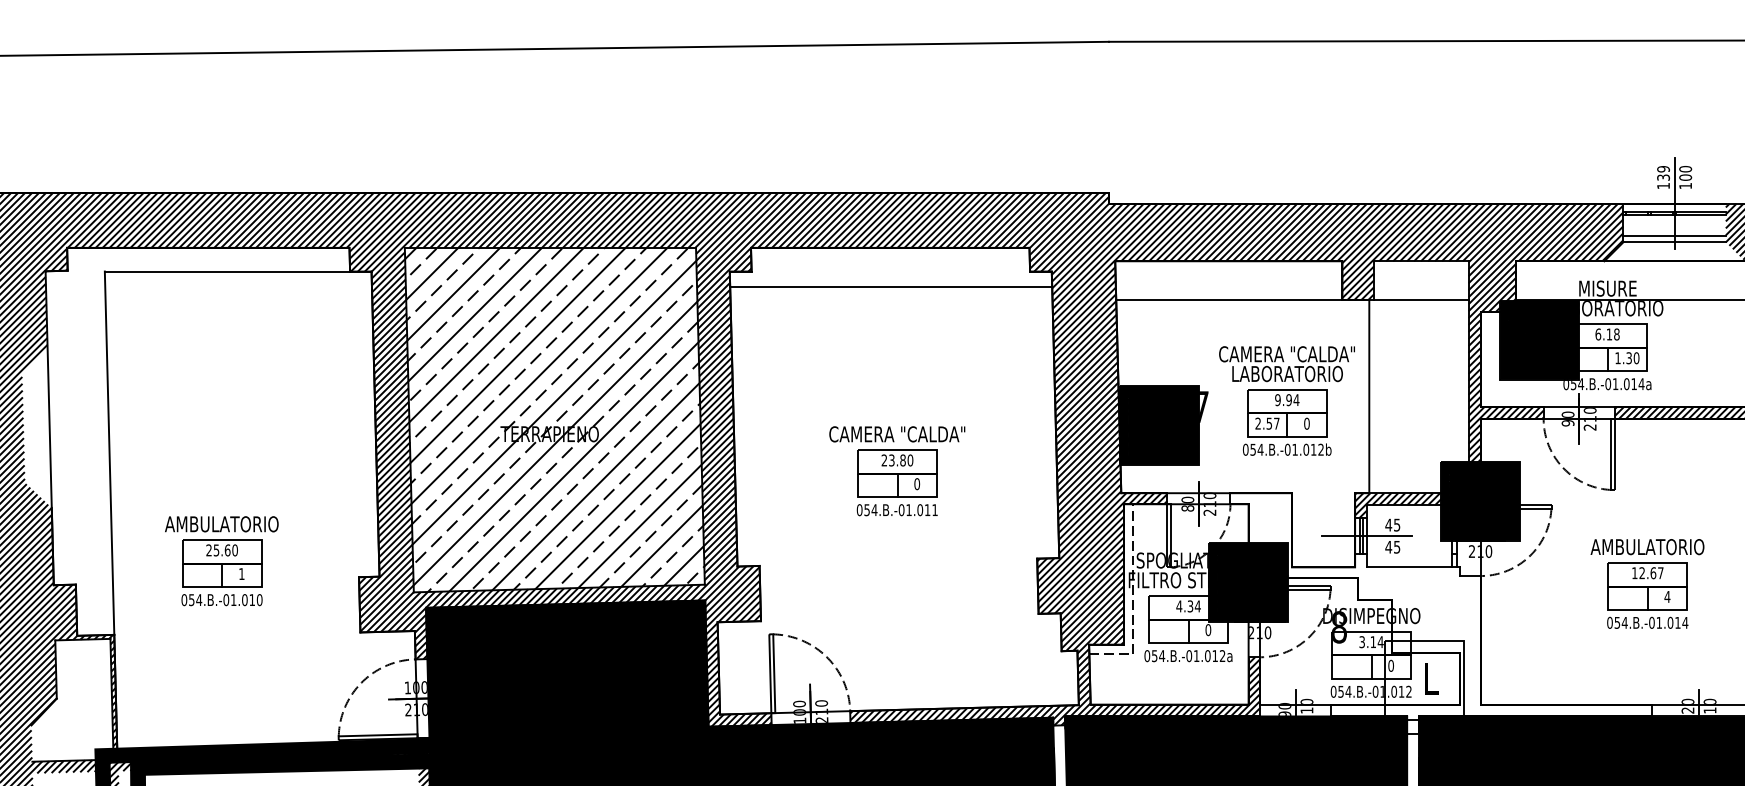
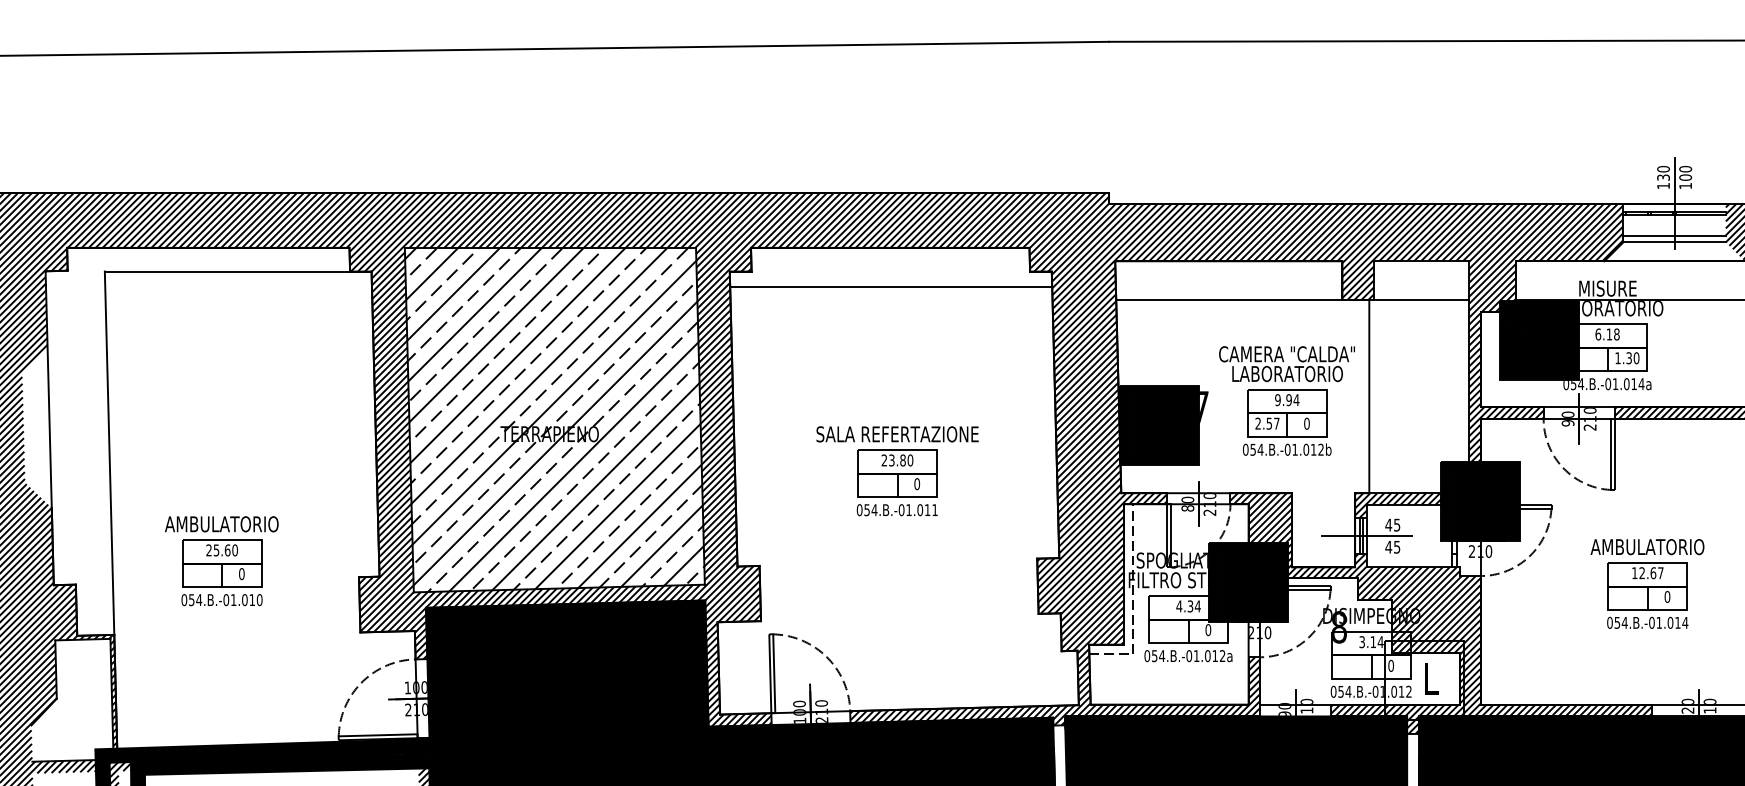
text at (1663, 169): 139 -> 130
text at (897, 434): CAMERA "CALDA" -> SALA REFERTAZIONE
text at (241, 574): 1 -> 0
text at (1667, 596): 4 -> 0
hatch at (1440, 613): none -> present
